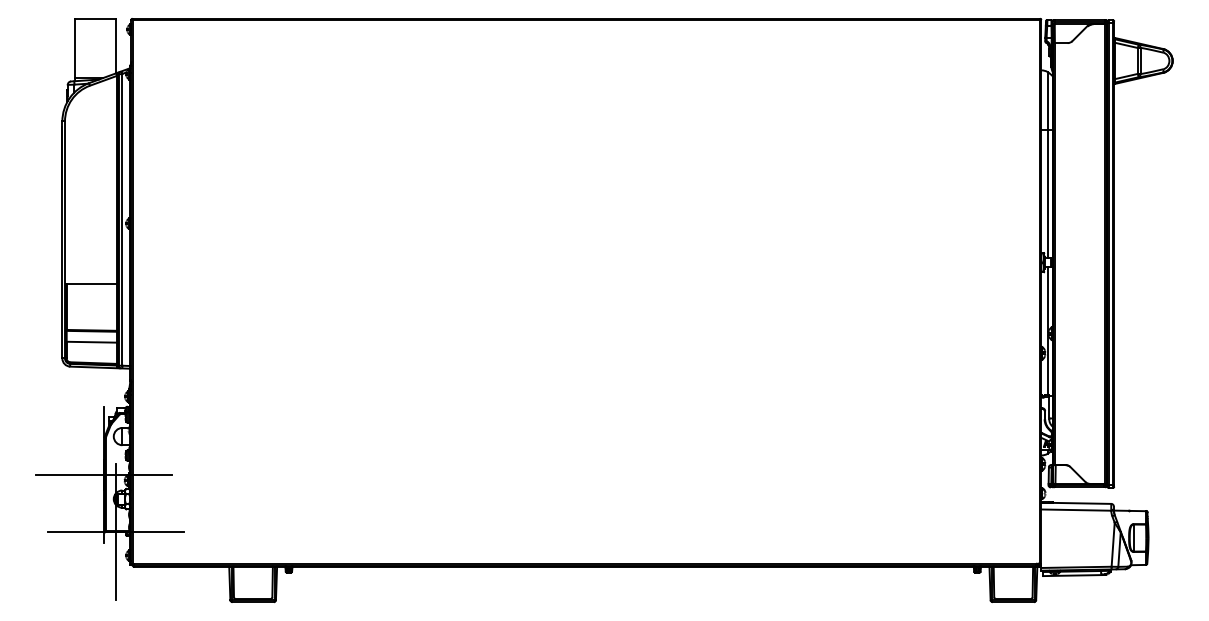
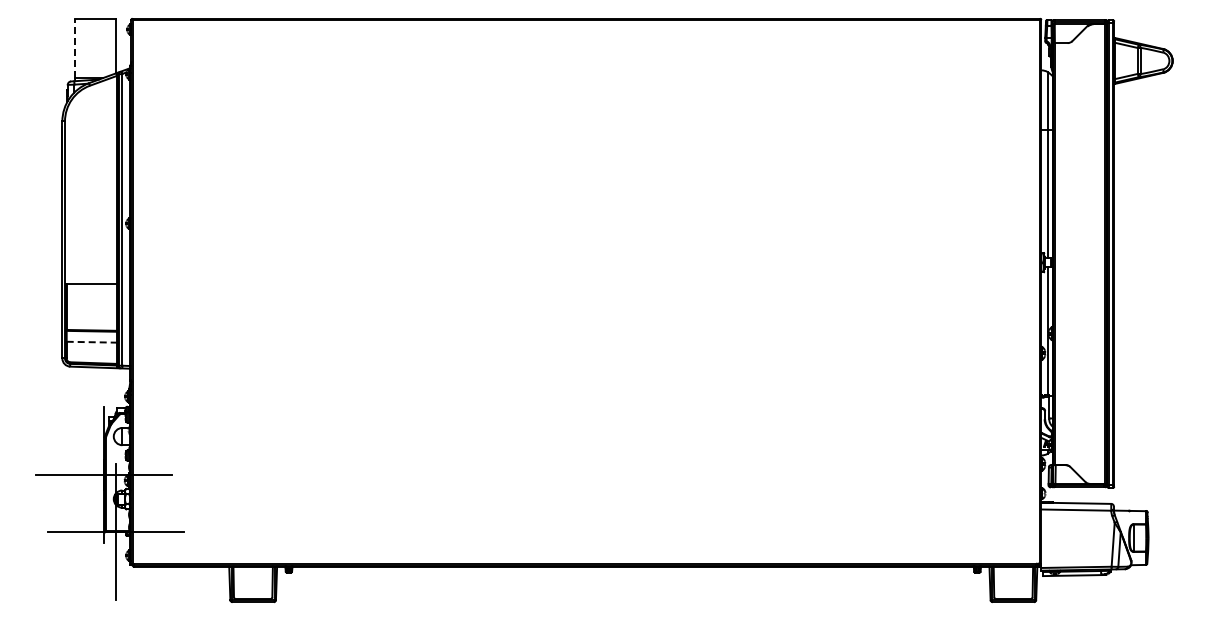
line at (75, 48): solid -> dashed
line at (92, 342): solid -> dashed
